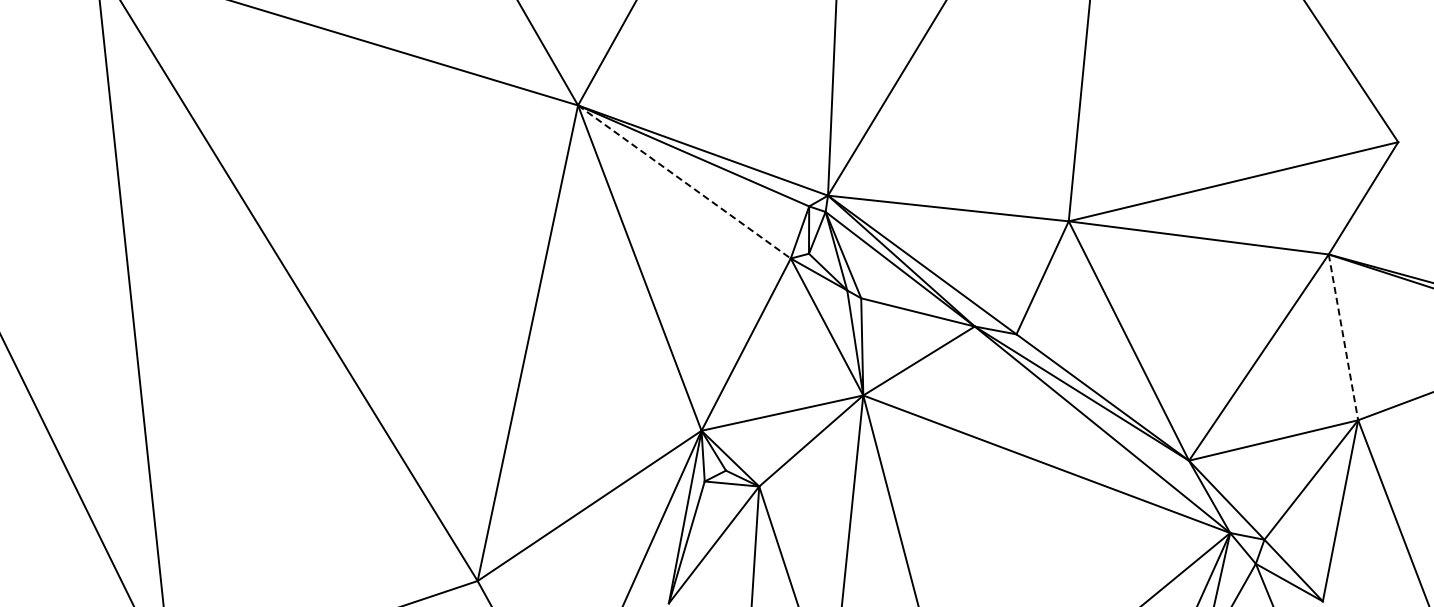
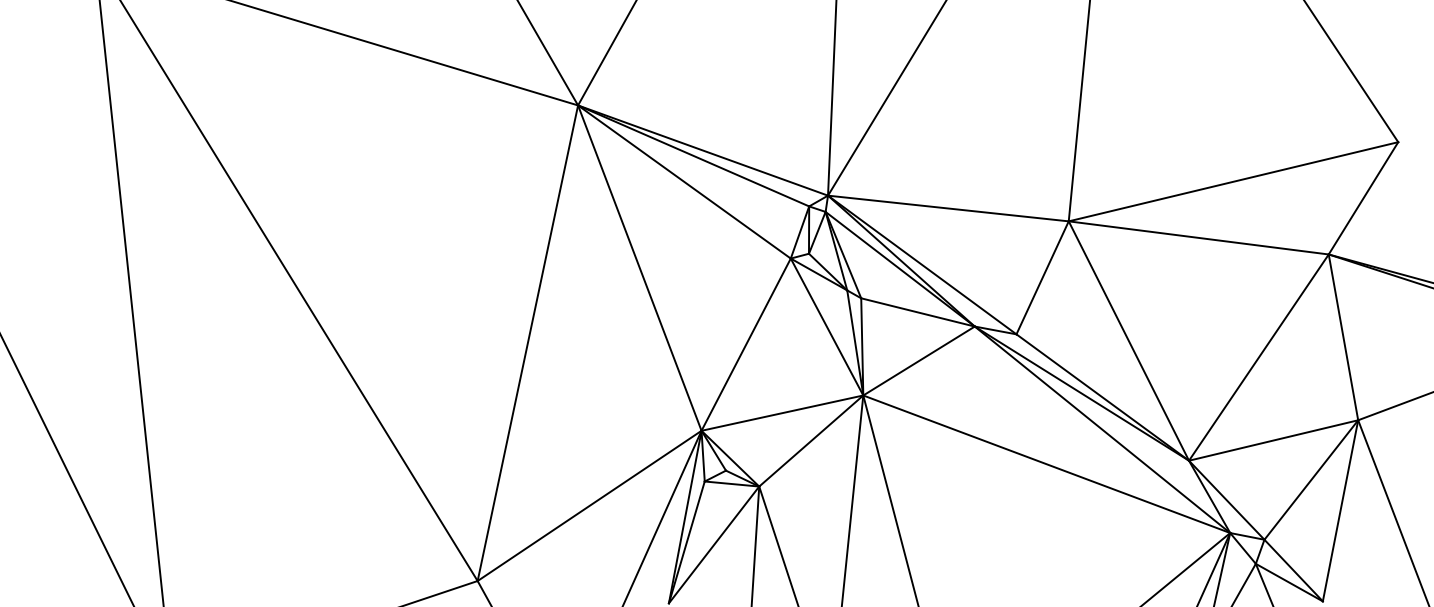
line at (684, 182): dashed -> solid
line at (1343, 337): dashed -> solid
